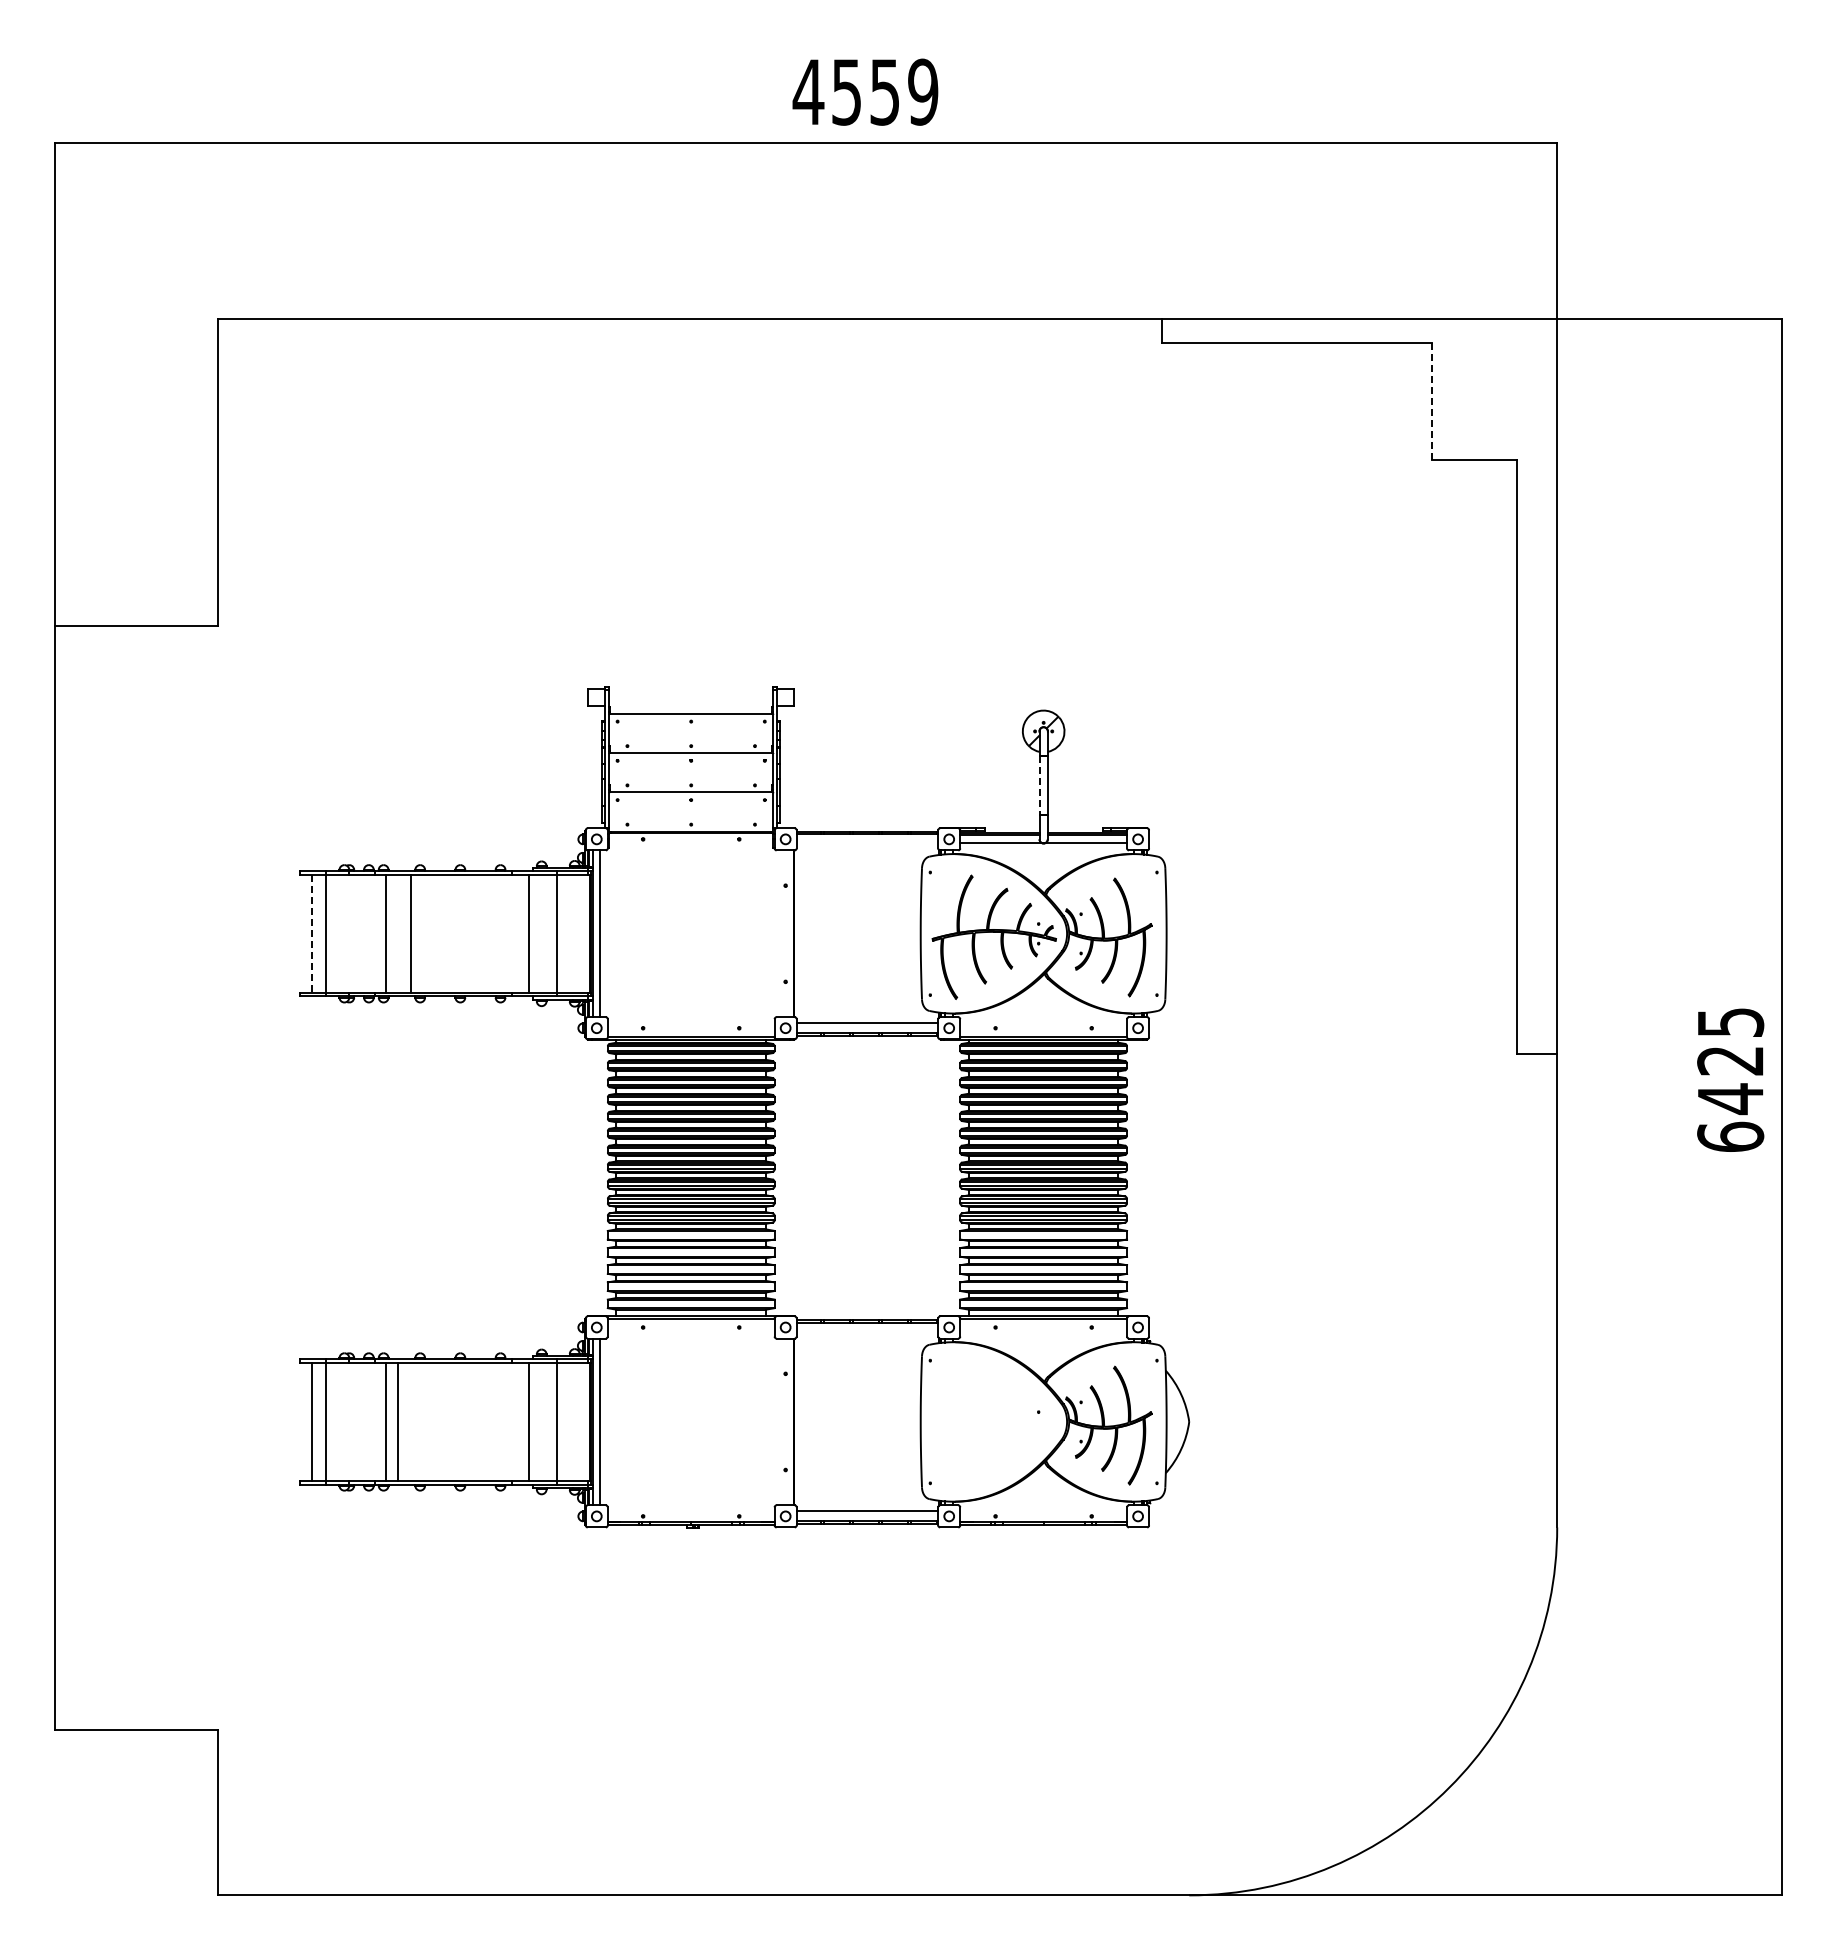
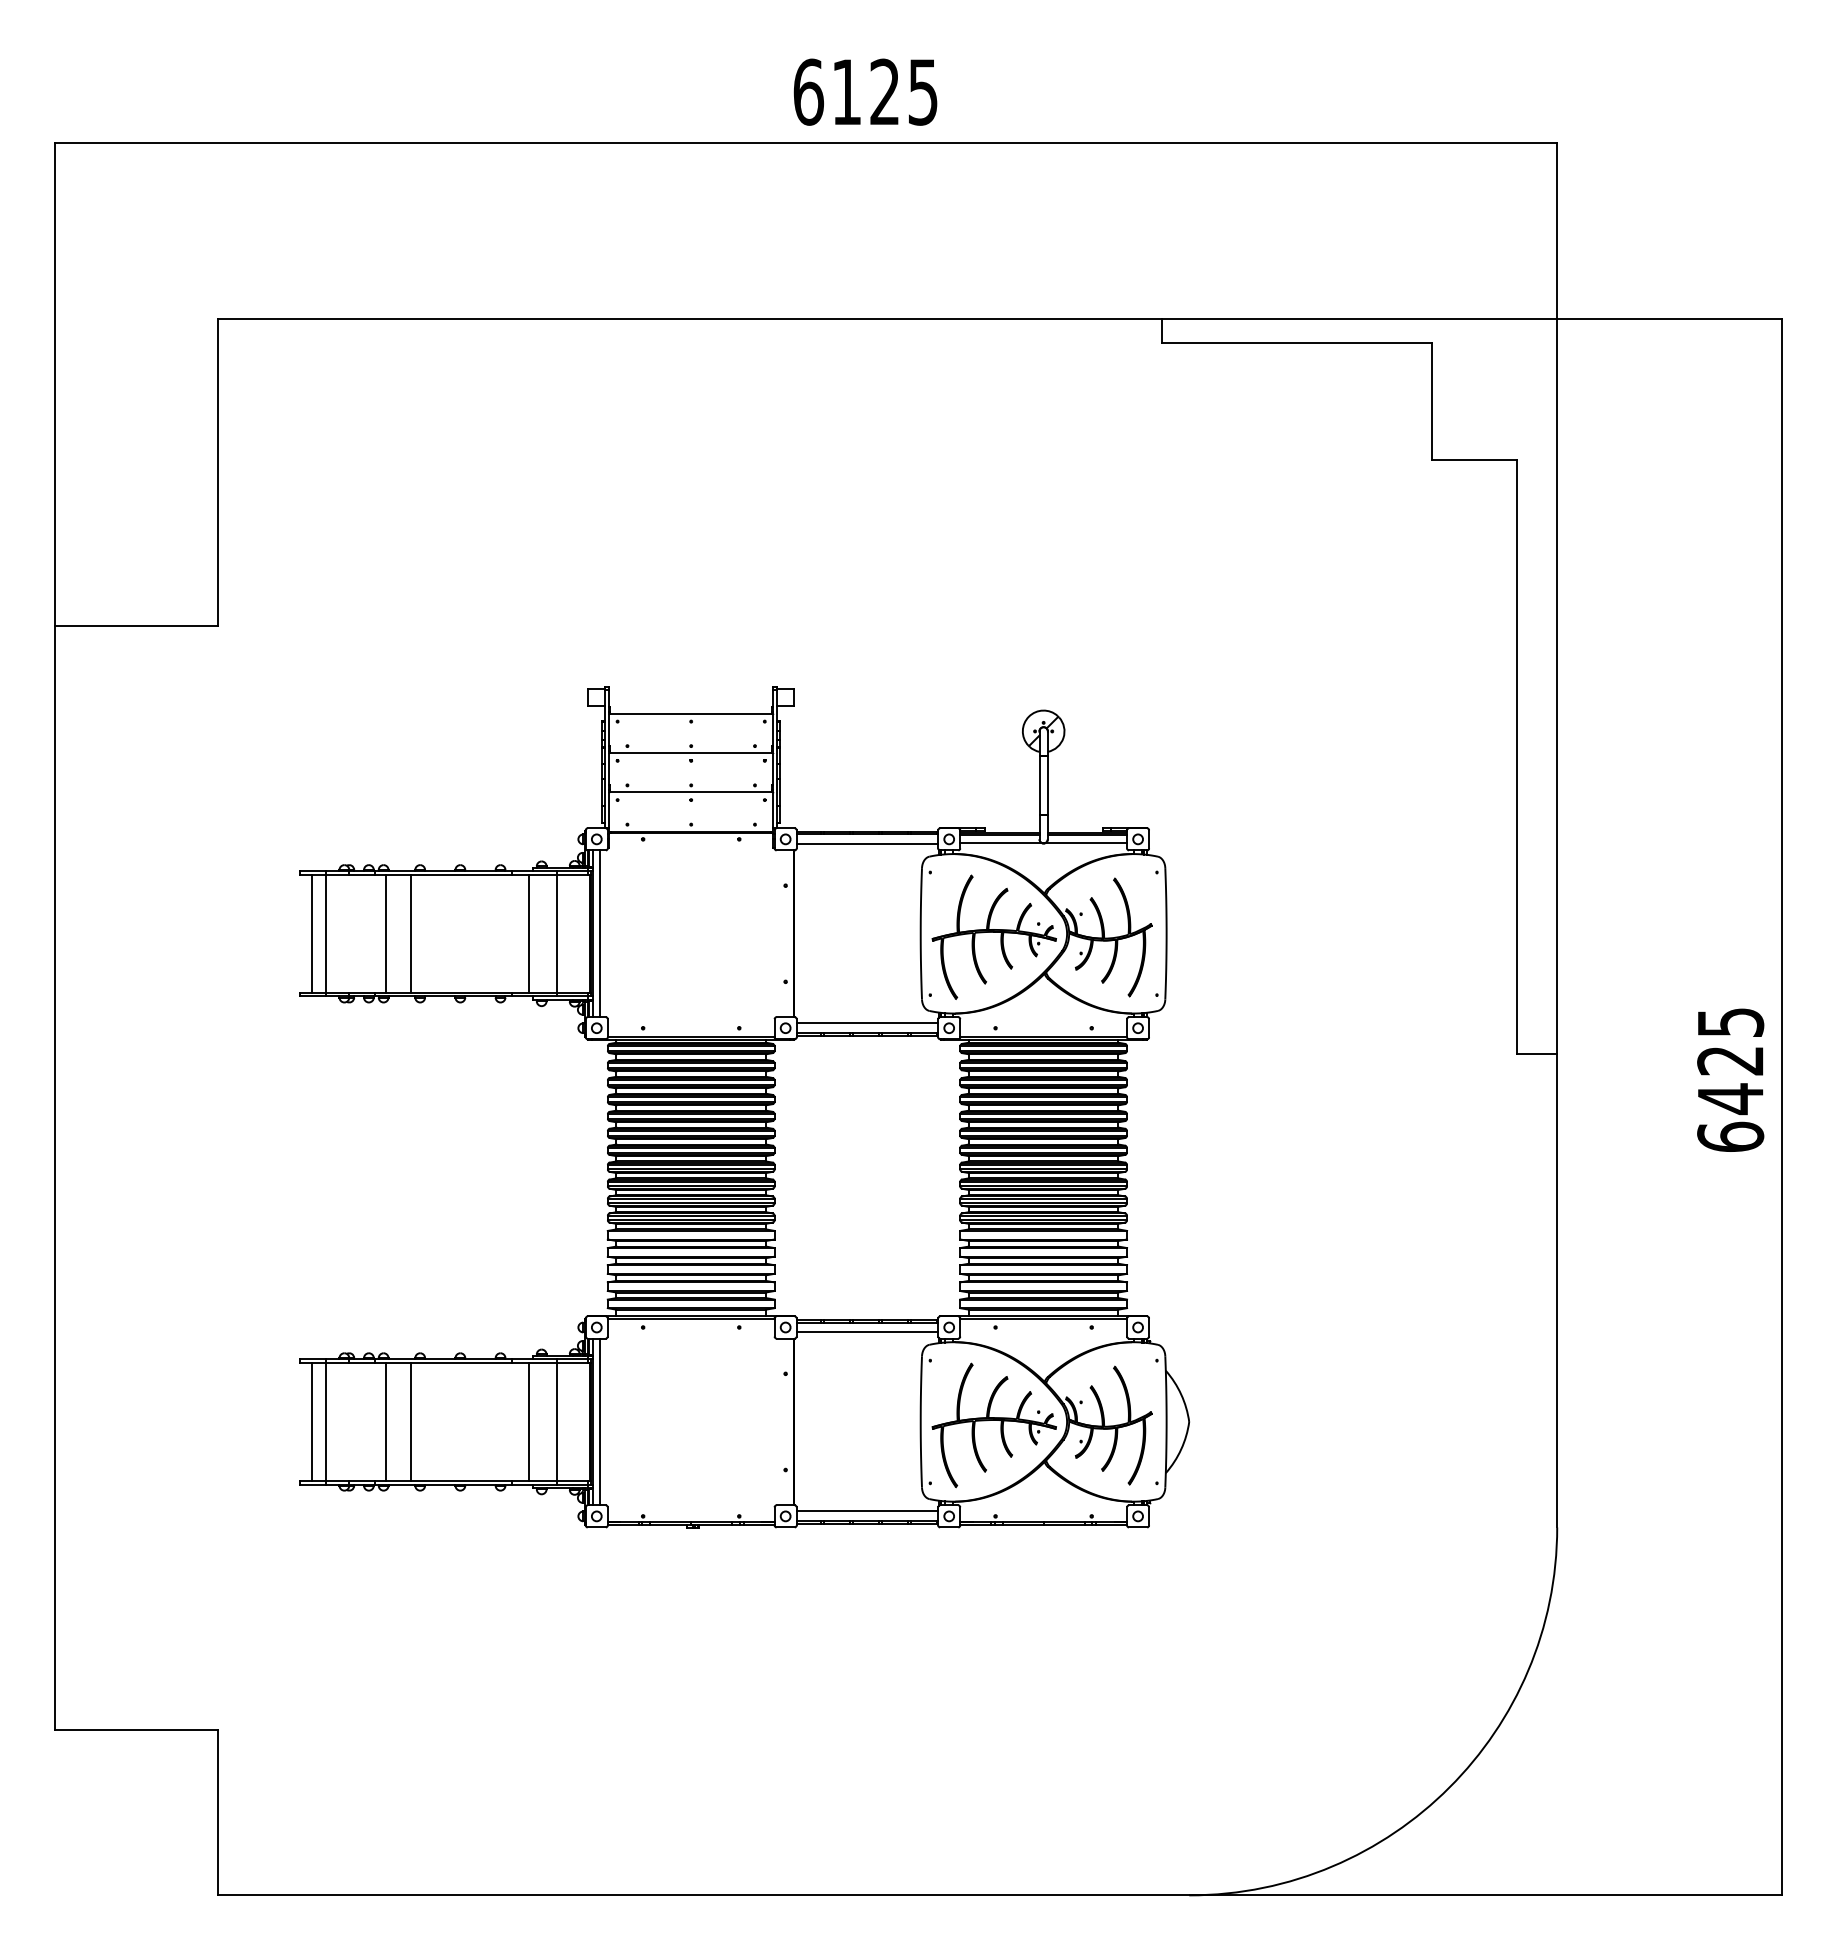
text at (865, 91): 4559 -> 6125
line at (1432, 401): dashed -> solid
line at (1039, 785): dashed -> solid
line at (867, 844): none -> present
line at (312, 933): dashed -> solid
line at (867, 1332): none -> present
line at (398, 1421) position: (398, 1421) -> (411, 1421)
part at (993, 1425): none -> present
